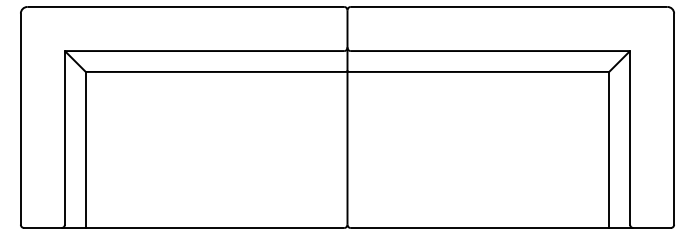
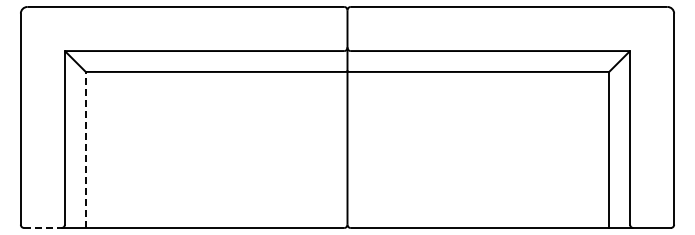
line at (85, 149): solid -> dashed
line at (42, 228): solid -> dashed
